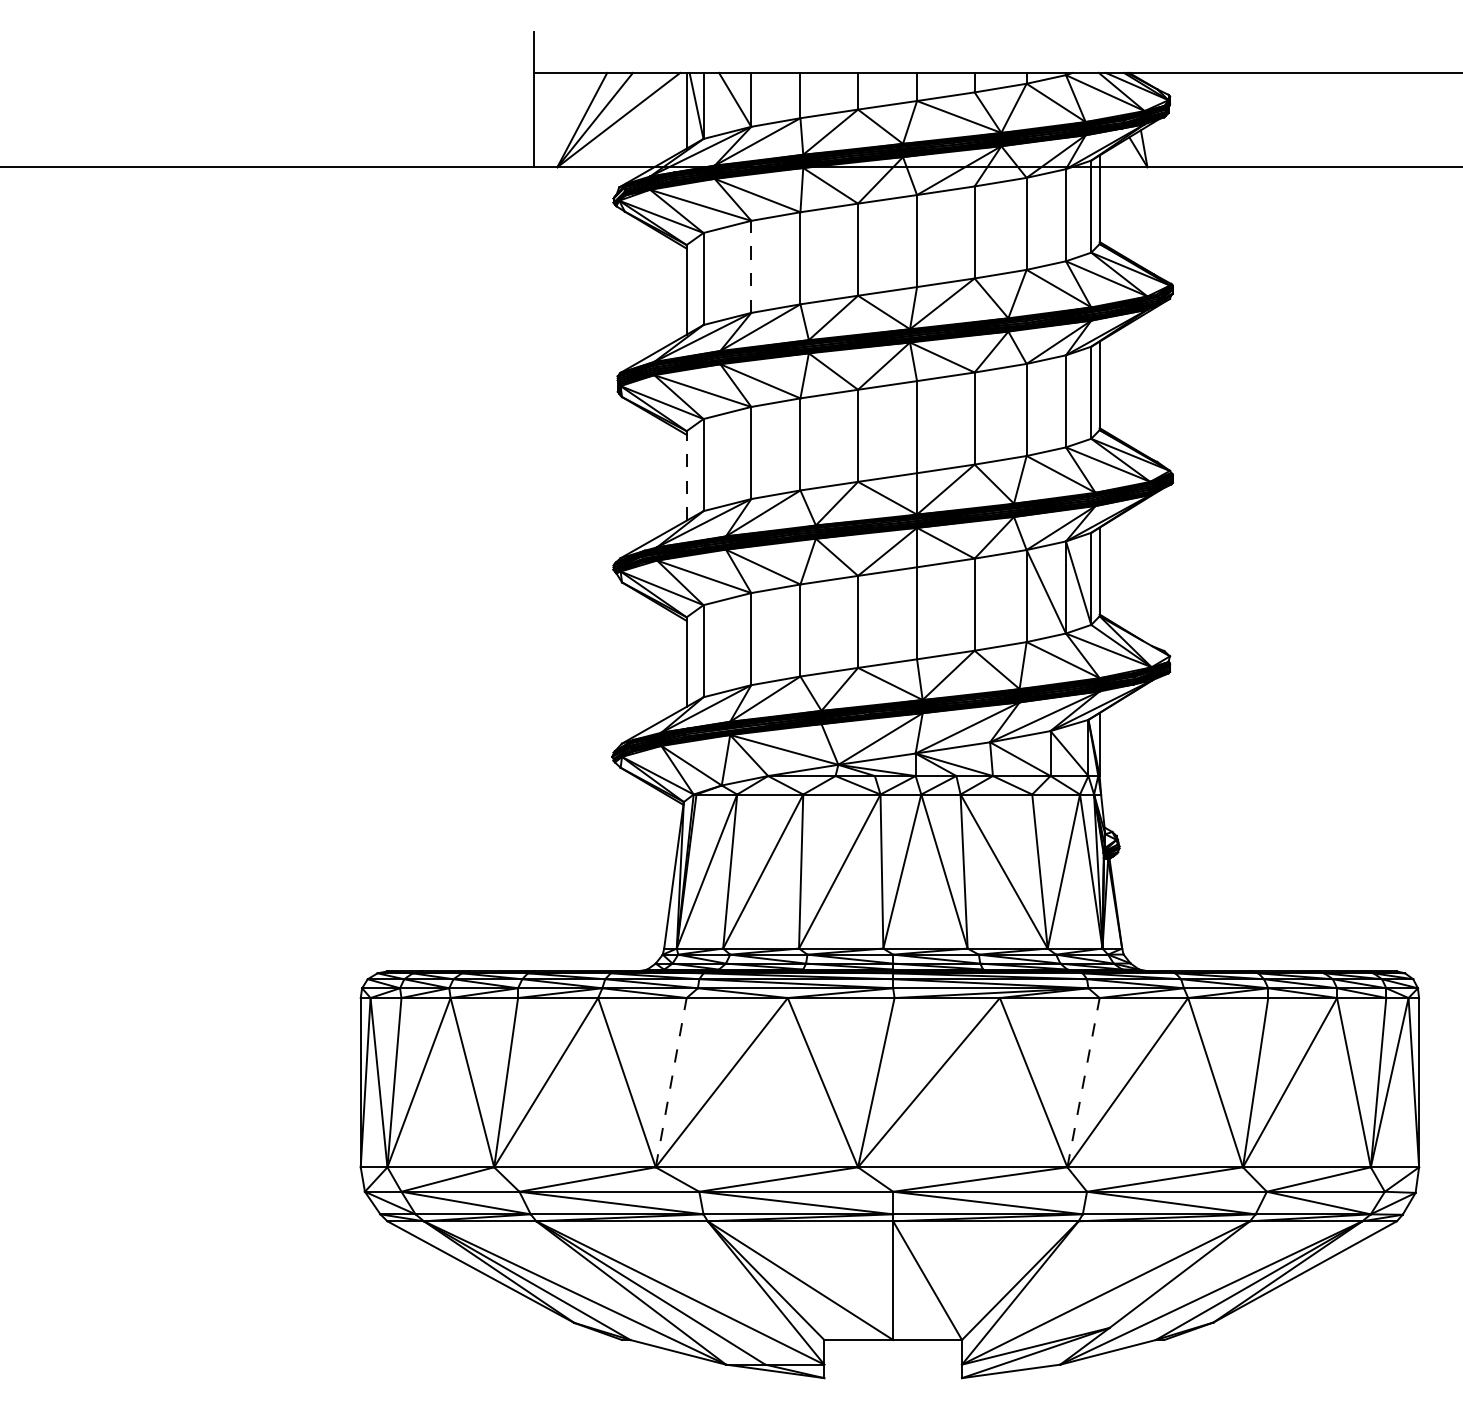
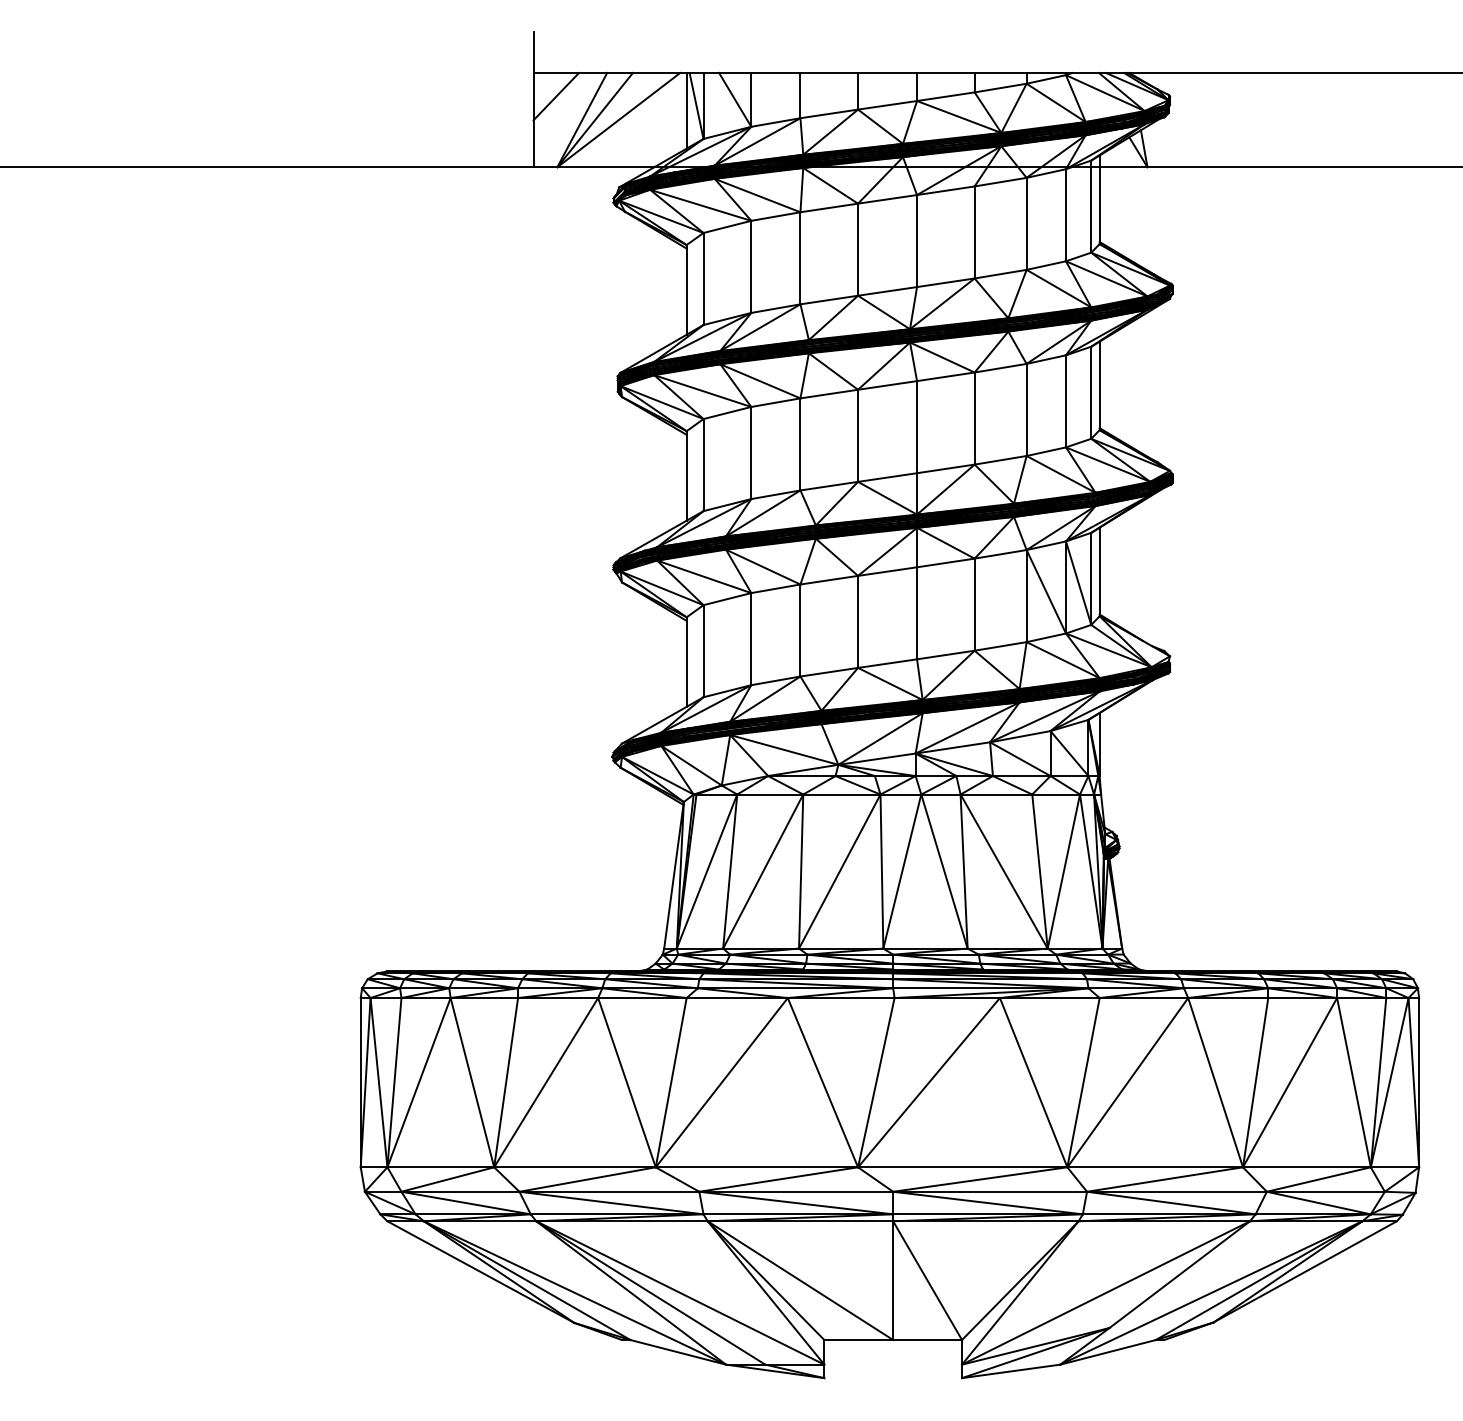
line at (556, 96): none -> present
line at (751, 266): dashed -> solid
line at (686, 475): dashed -> solid
line at (671, 1082): dashed -> solid
line at (1083, 1082): dashed -> solid
